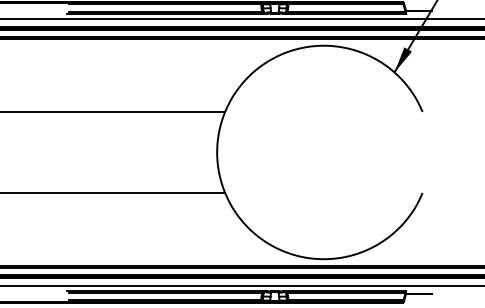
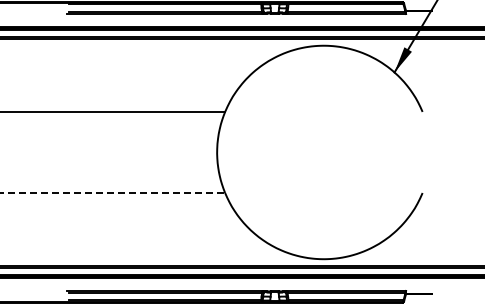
line at (241, 18): present -> none
line at (113, 193): solid -> dashed
line at (241, 286): present -> none
